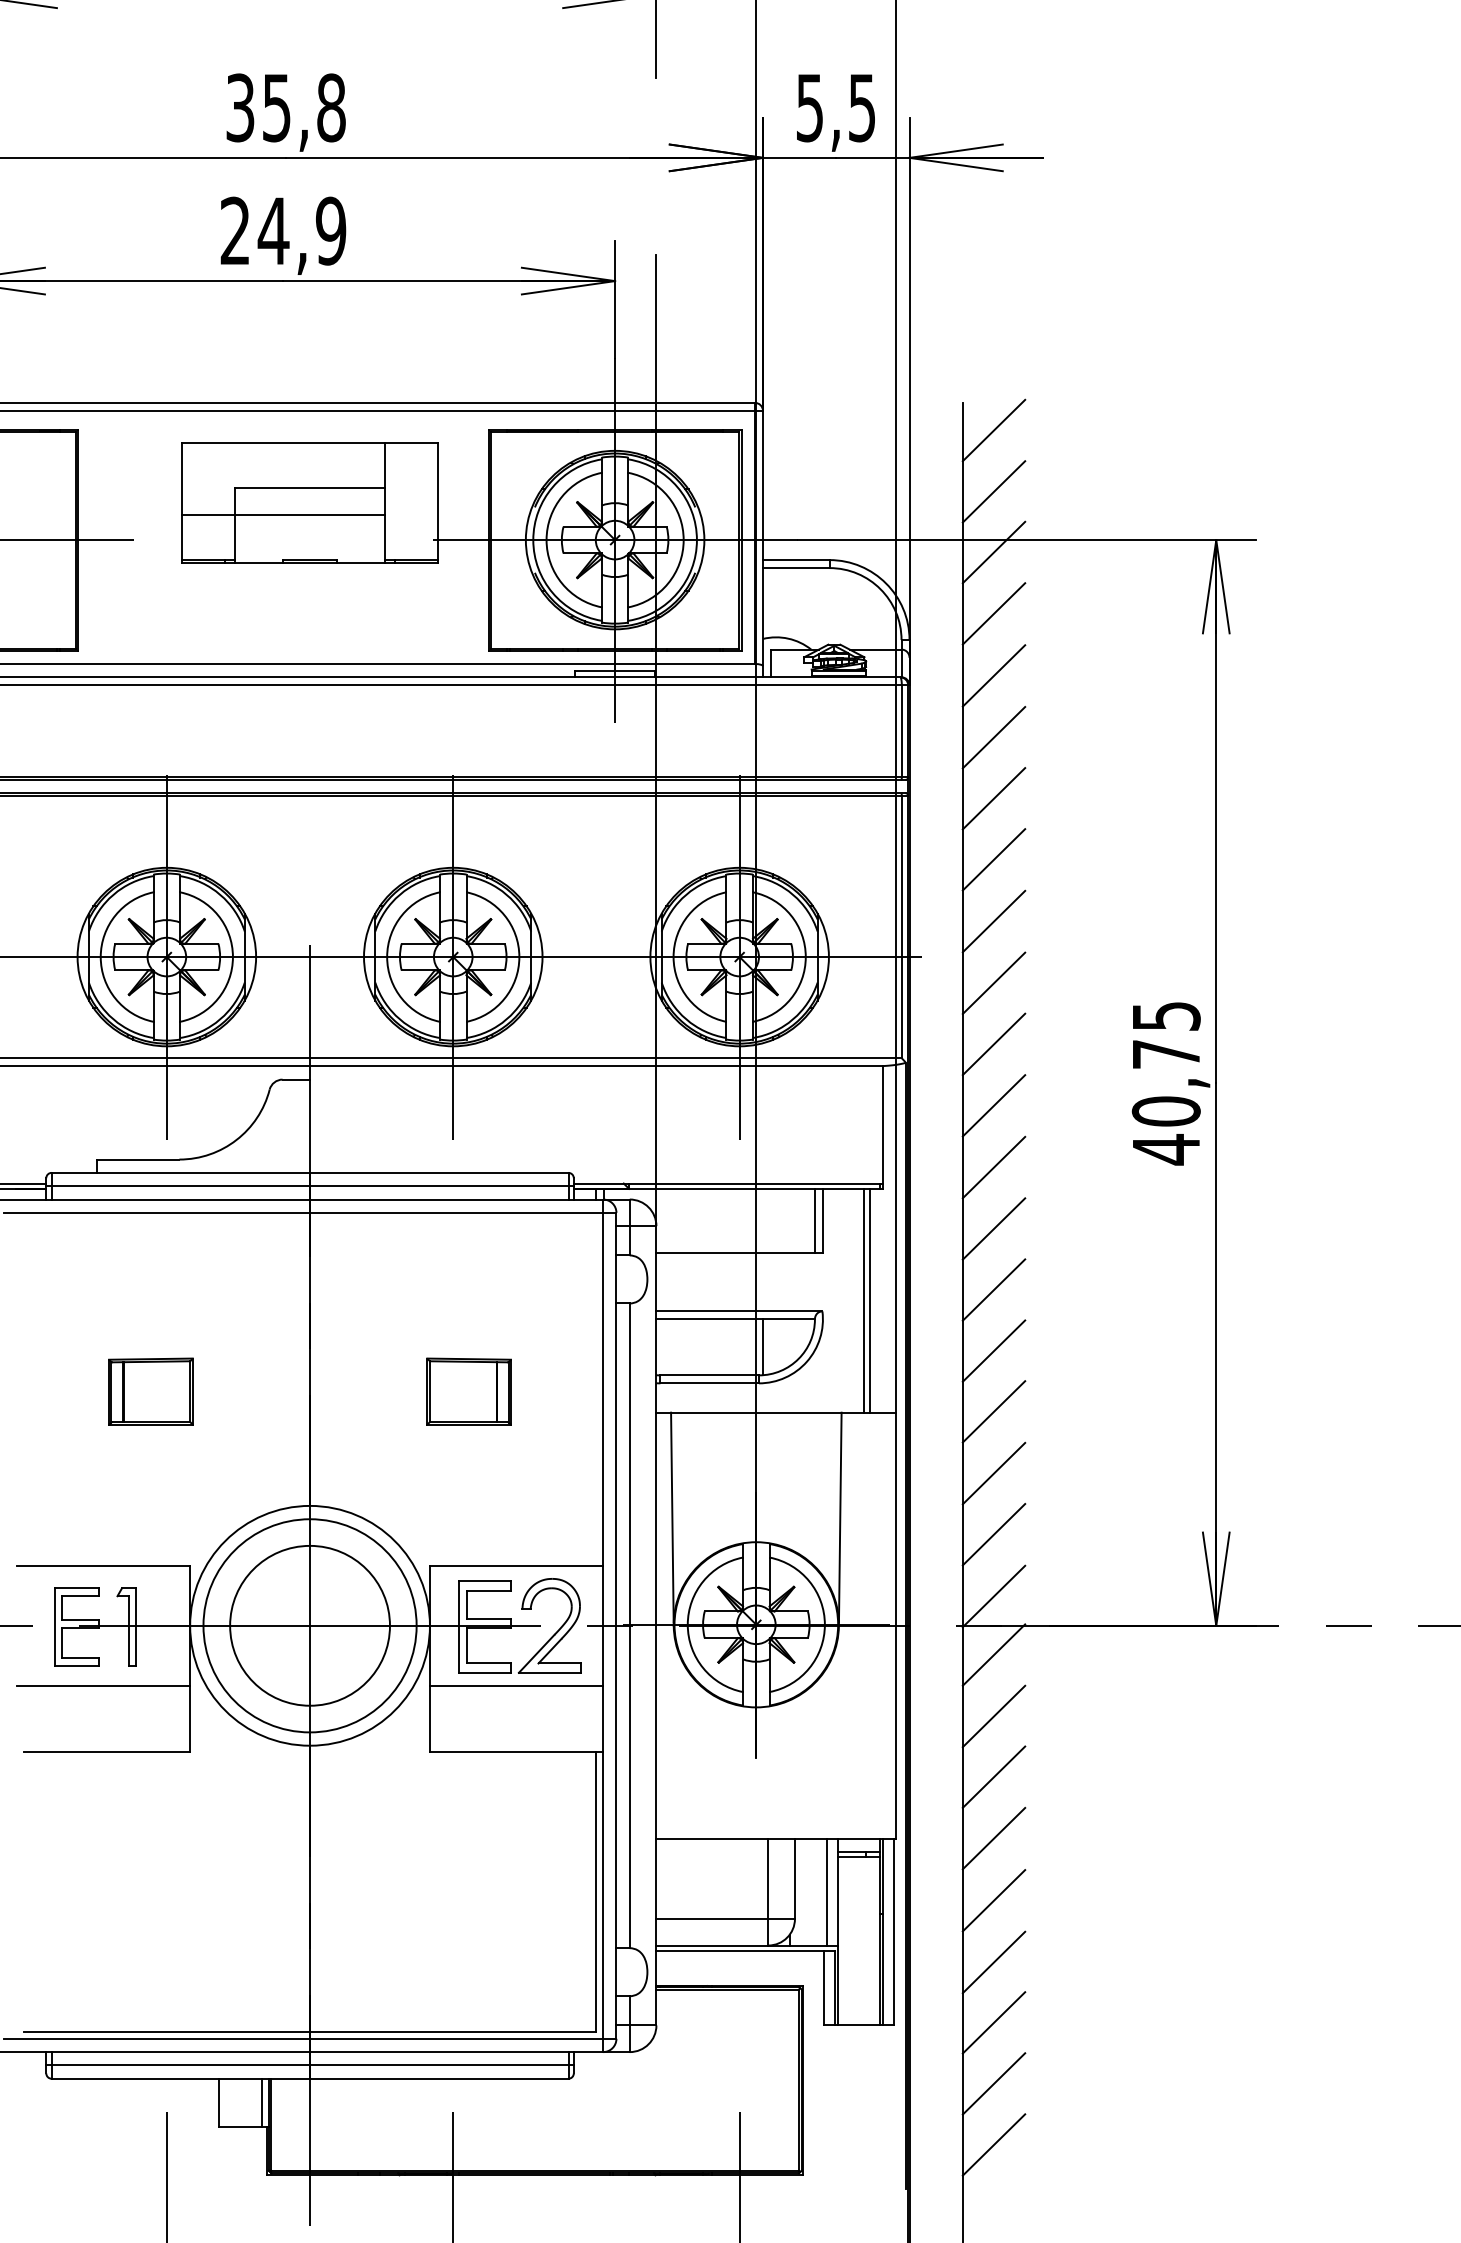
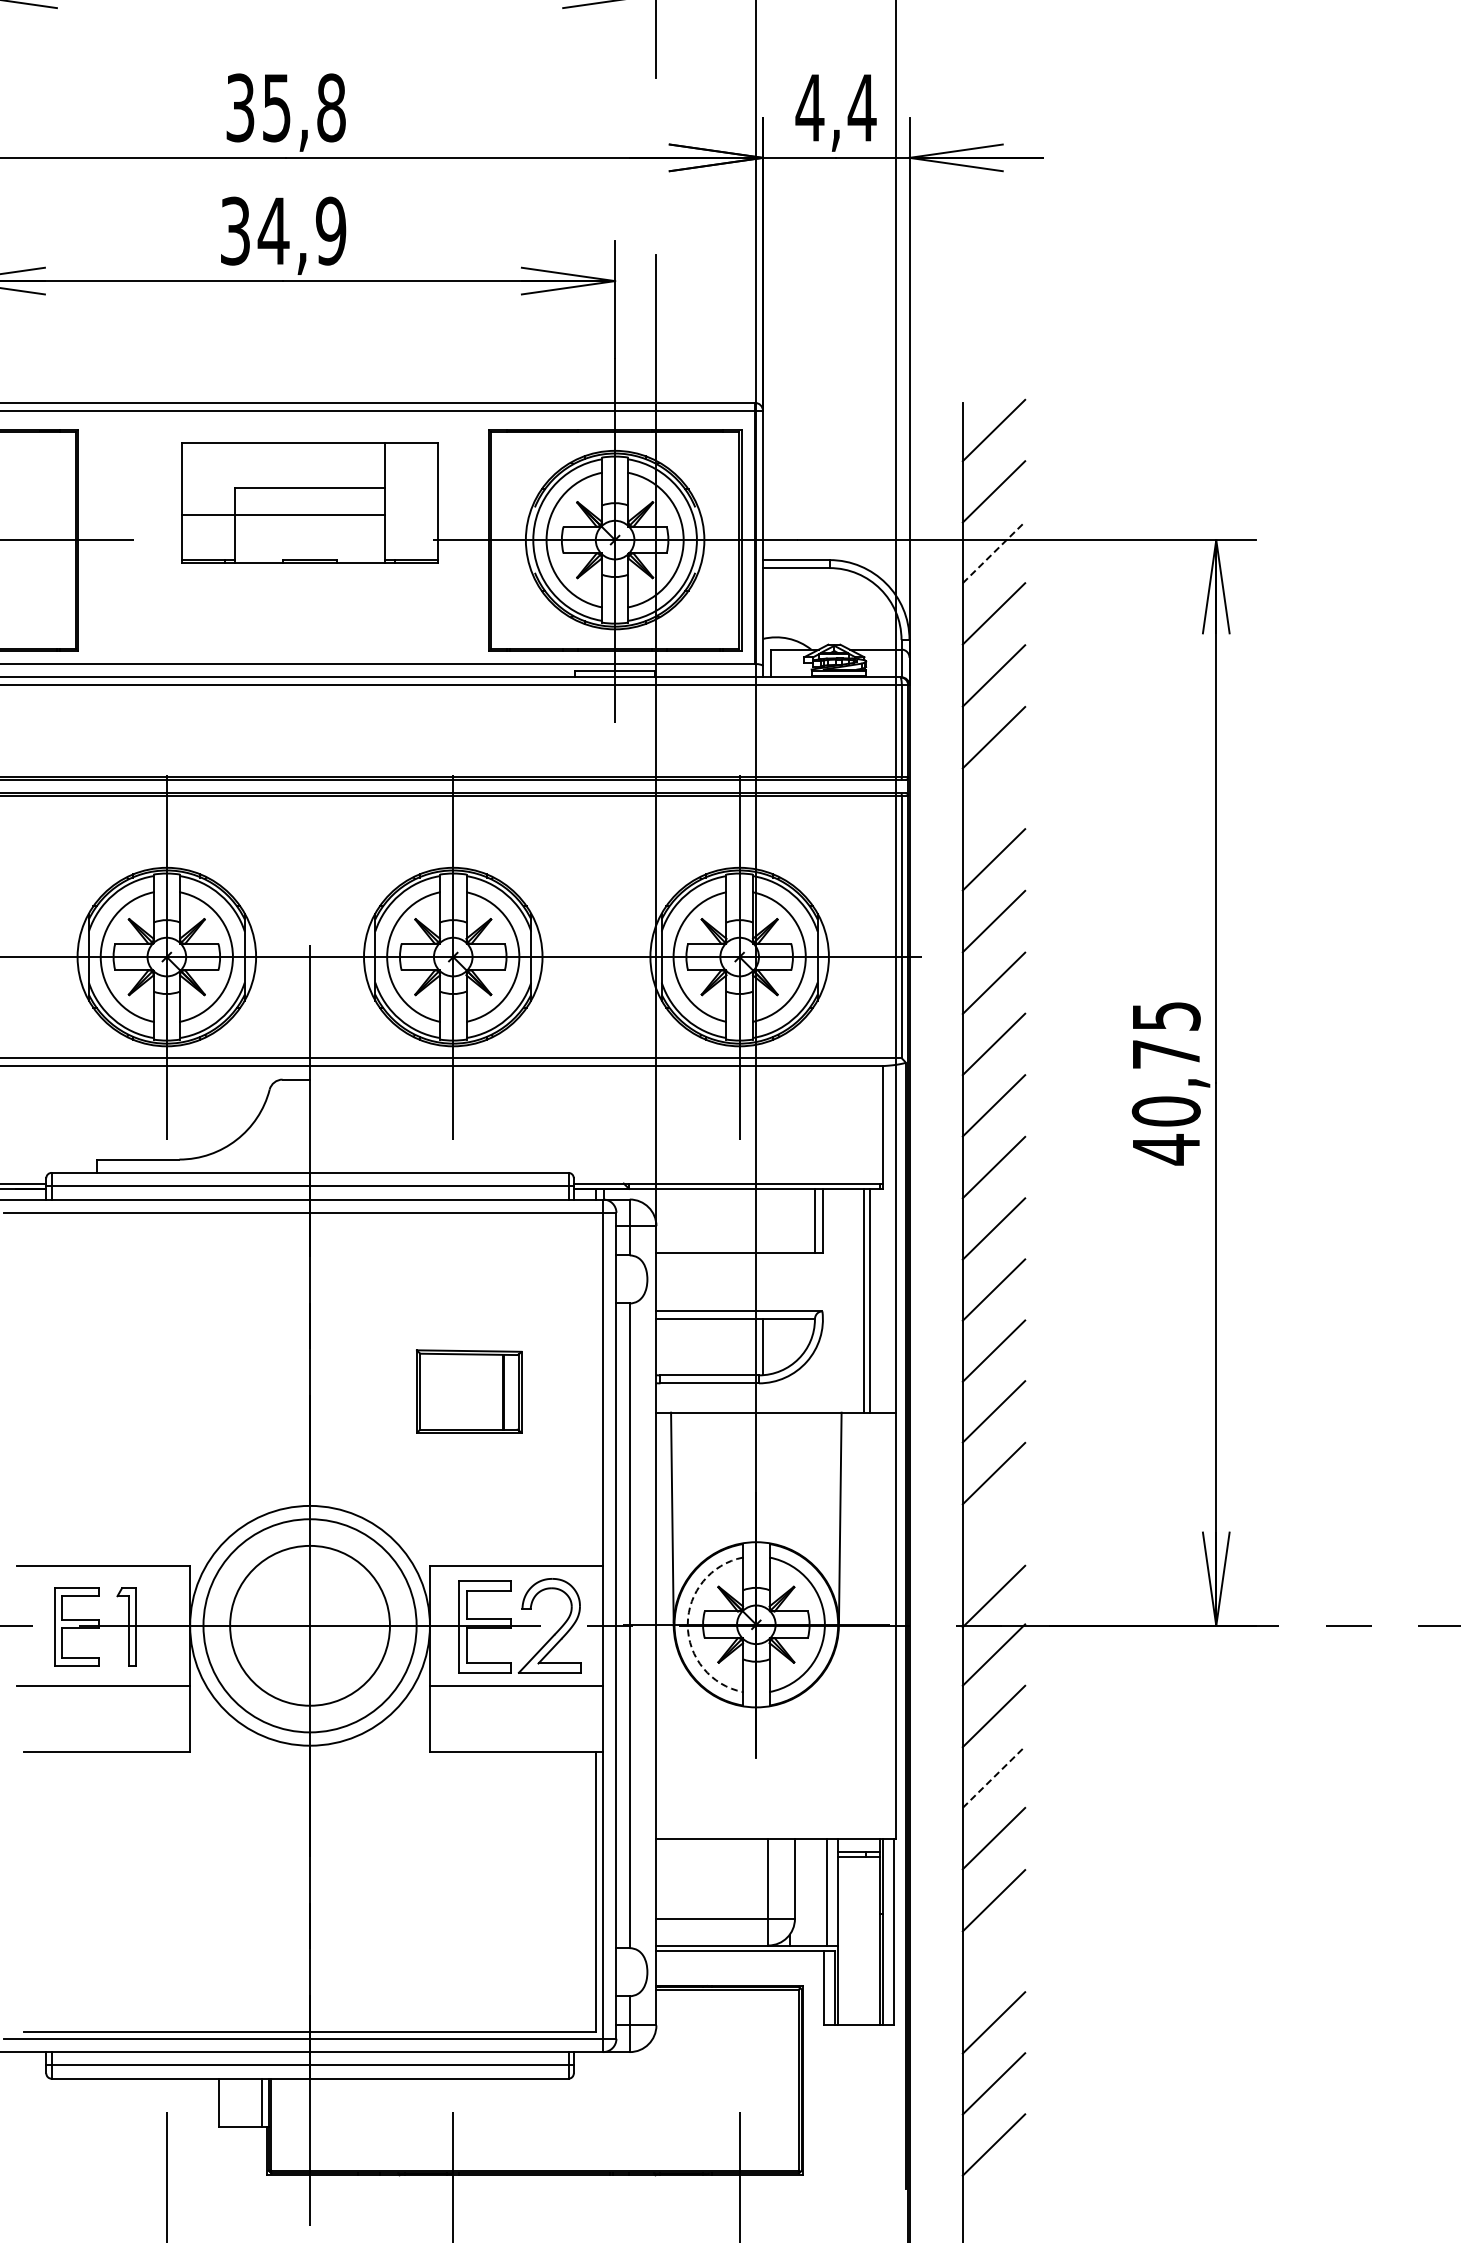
text at (835, 108): 5,5 -> 4,4
text at (234, 230): 24,9 -> 34,9
line at (993, 552): solid -> dashed
line at (993, 798): present -> none
part at (150, 1391): present -> none
part at (468, 1391) size: 86x69 px -> 107x85 px
line at (993, 1534): present -> none
arc at (687, 1624): solid -> dashed
line at (993, 1777): solid -> dashed
line at (993, 1962): present -> none
